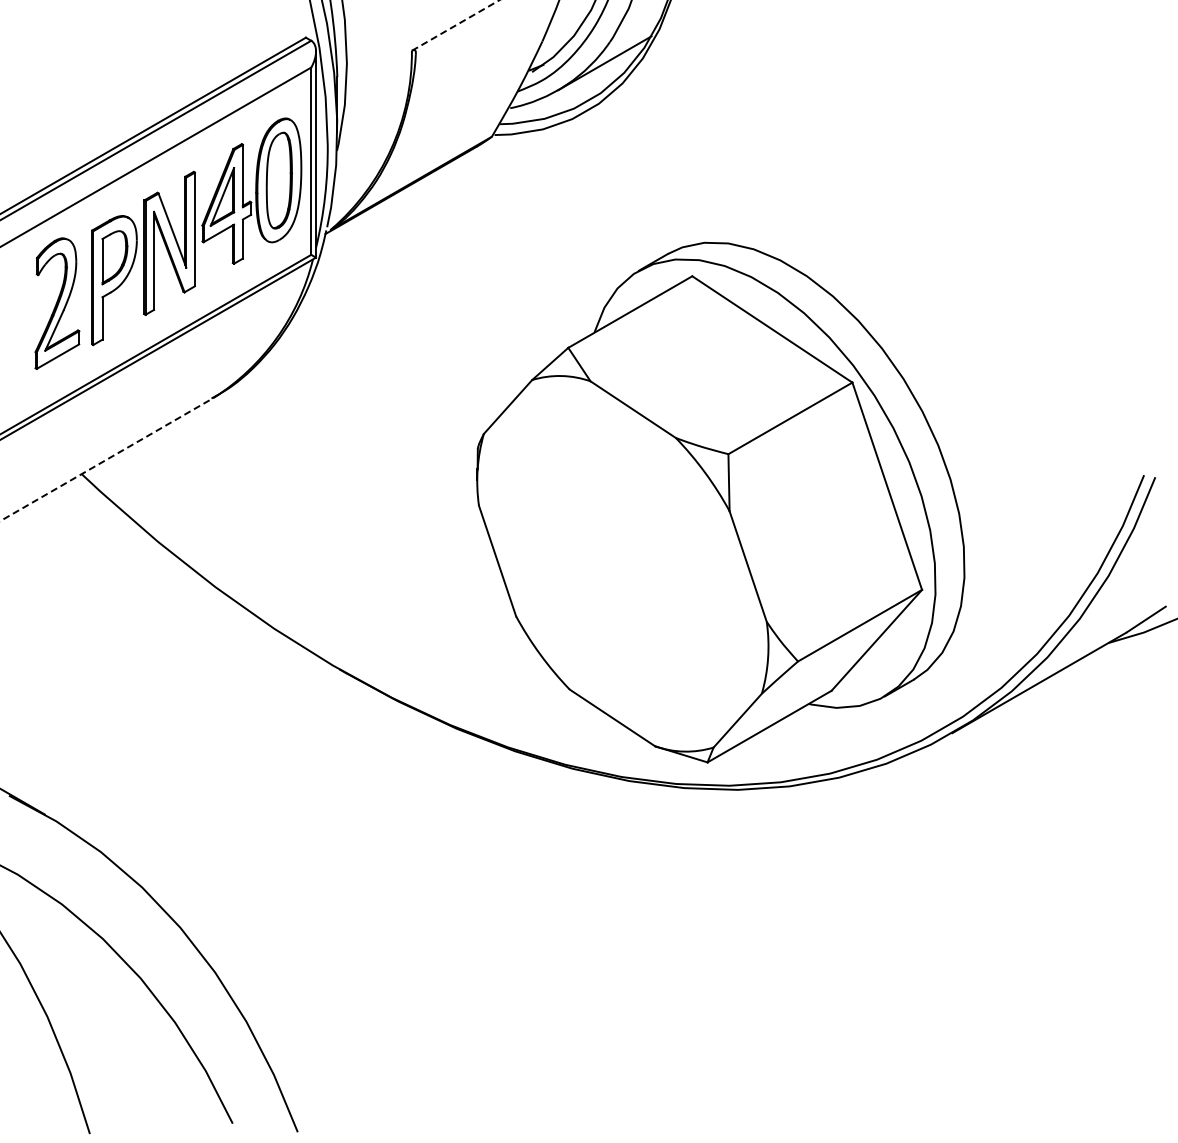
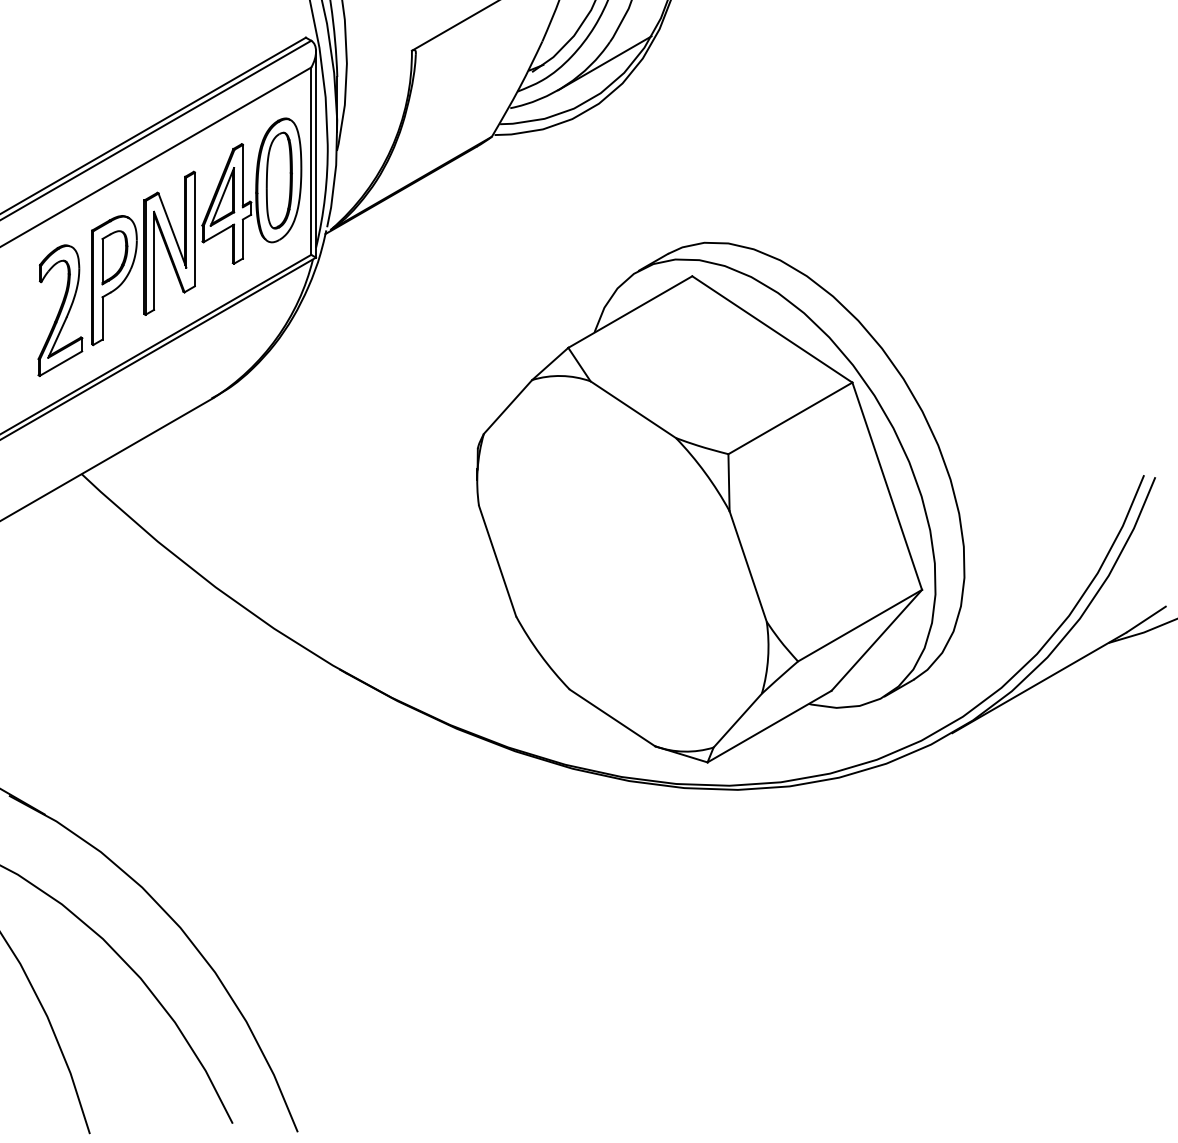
line at (456, 25): dashed -> solid
part at (57, 303) position: (57, 303) -> (60, 310)
line at (106, 459): dashed -> solid
